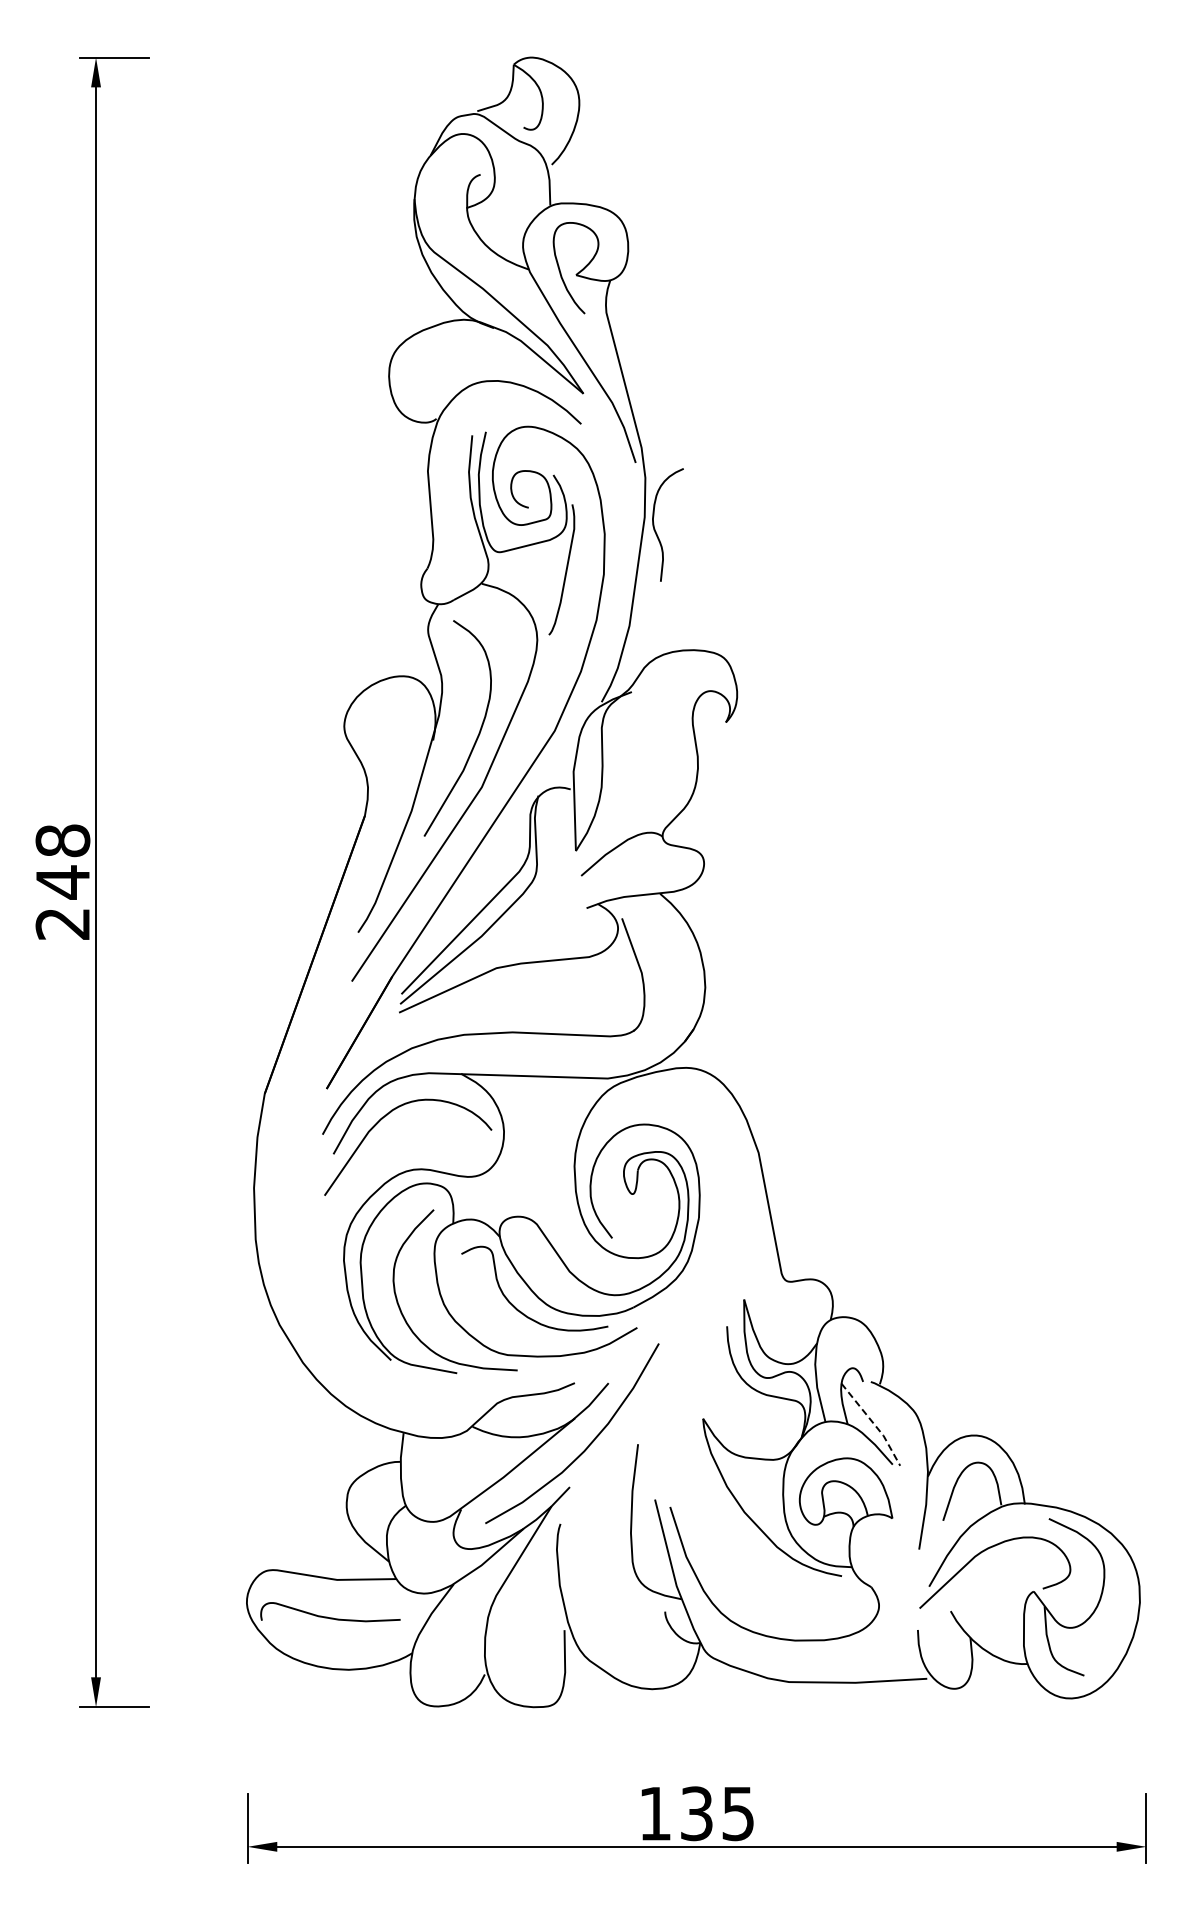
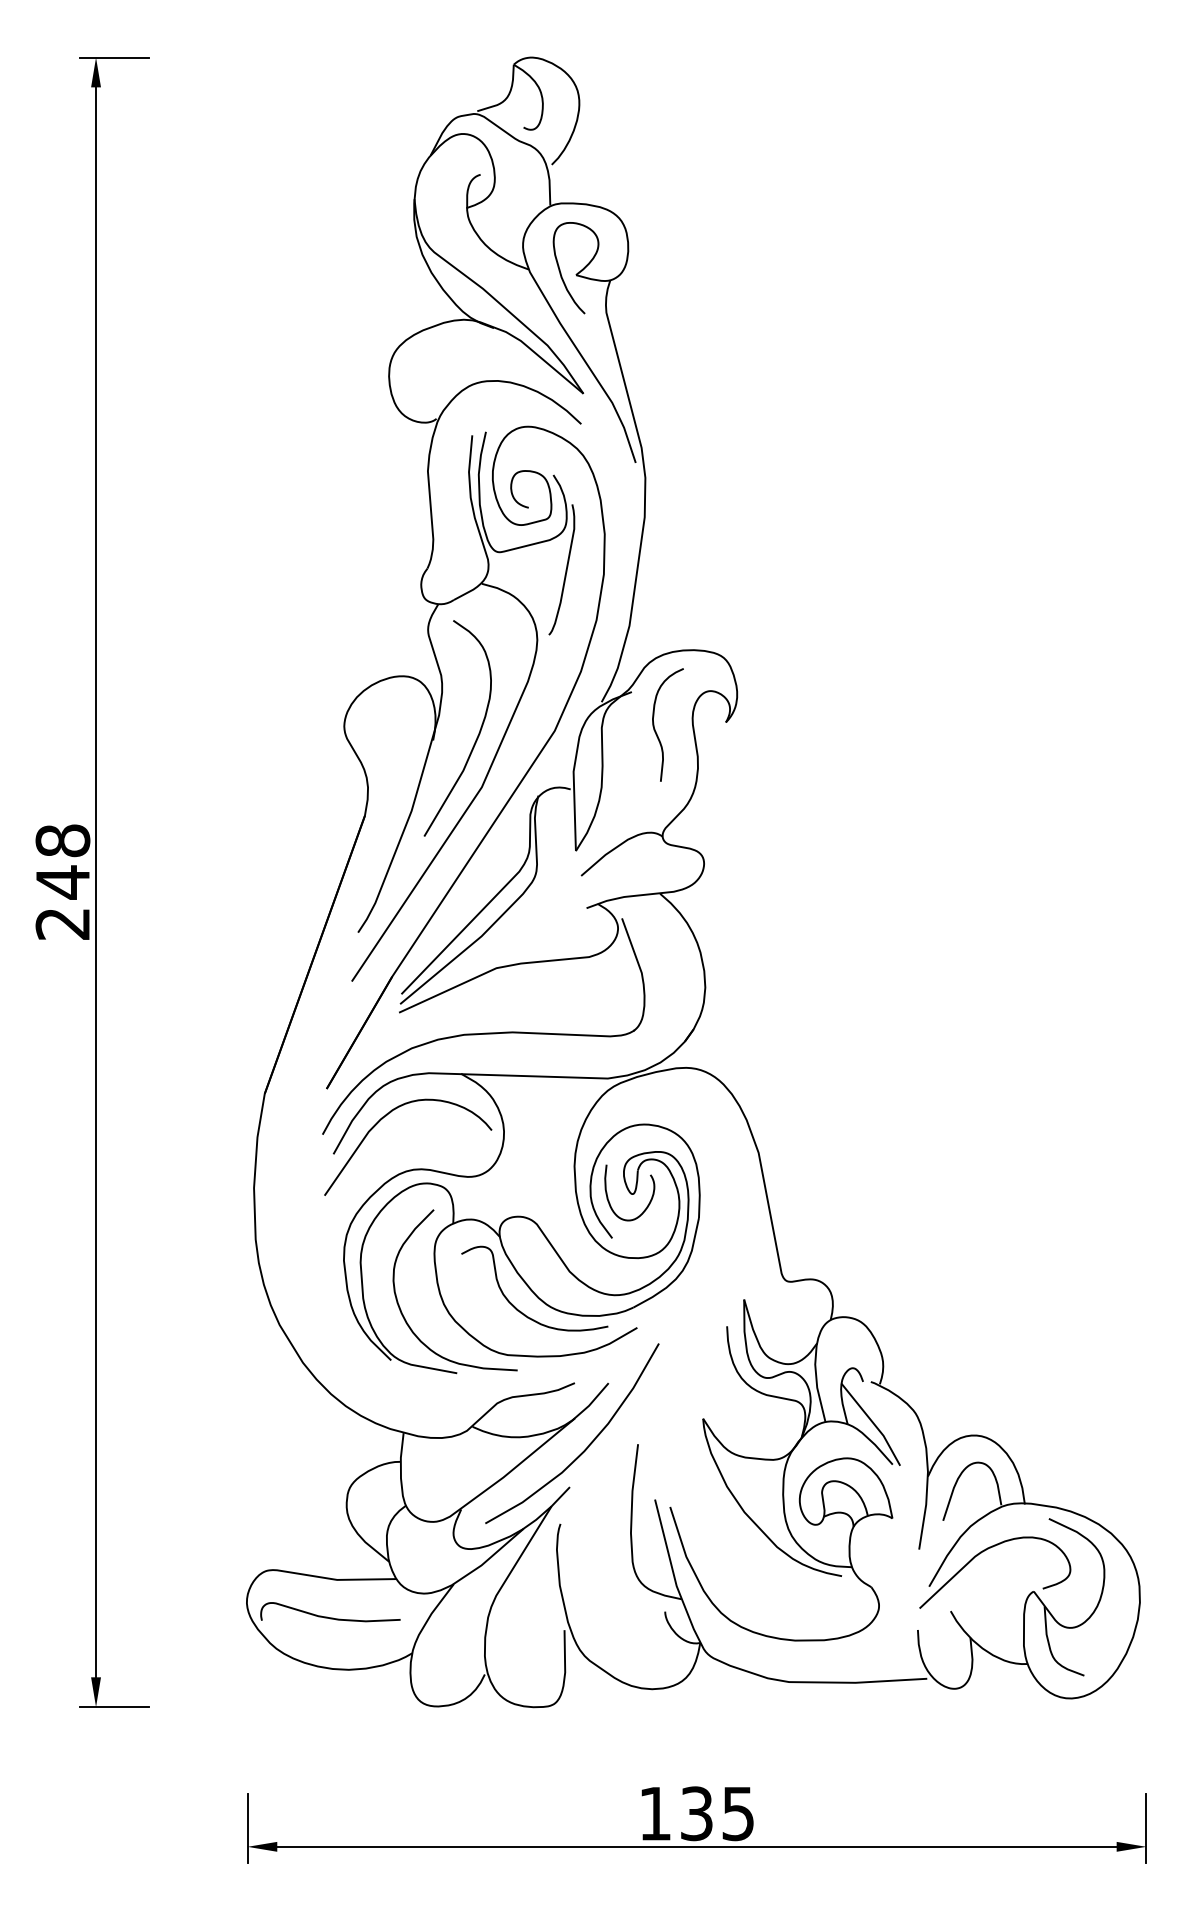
curve at (655, 528) position: (655, 528) -> (655, 728)
curve at (609, 1200): none -> present
line at (873, 1423): dashed -> solid
